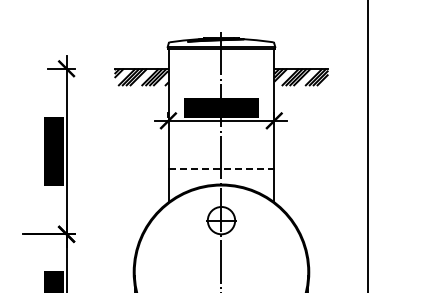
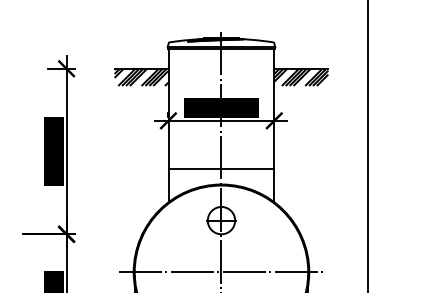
line at (221, 168): dashed -> solid
line at (221, 272): none -> present
